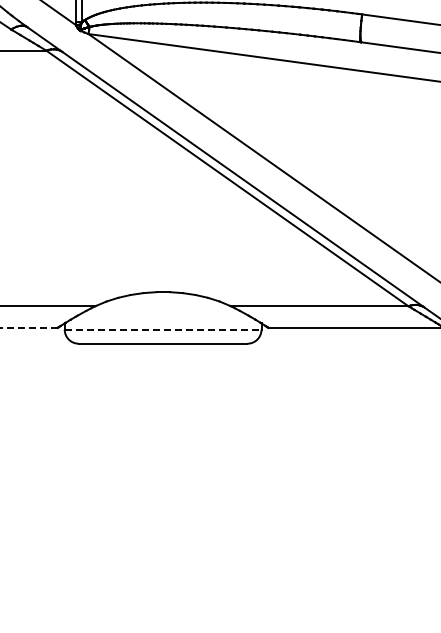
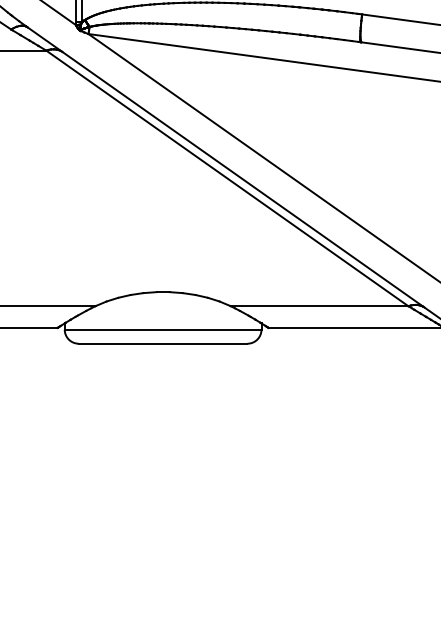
line at (28, 327): dashed -> solid
line at (163, 329): dashed -> solid
